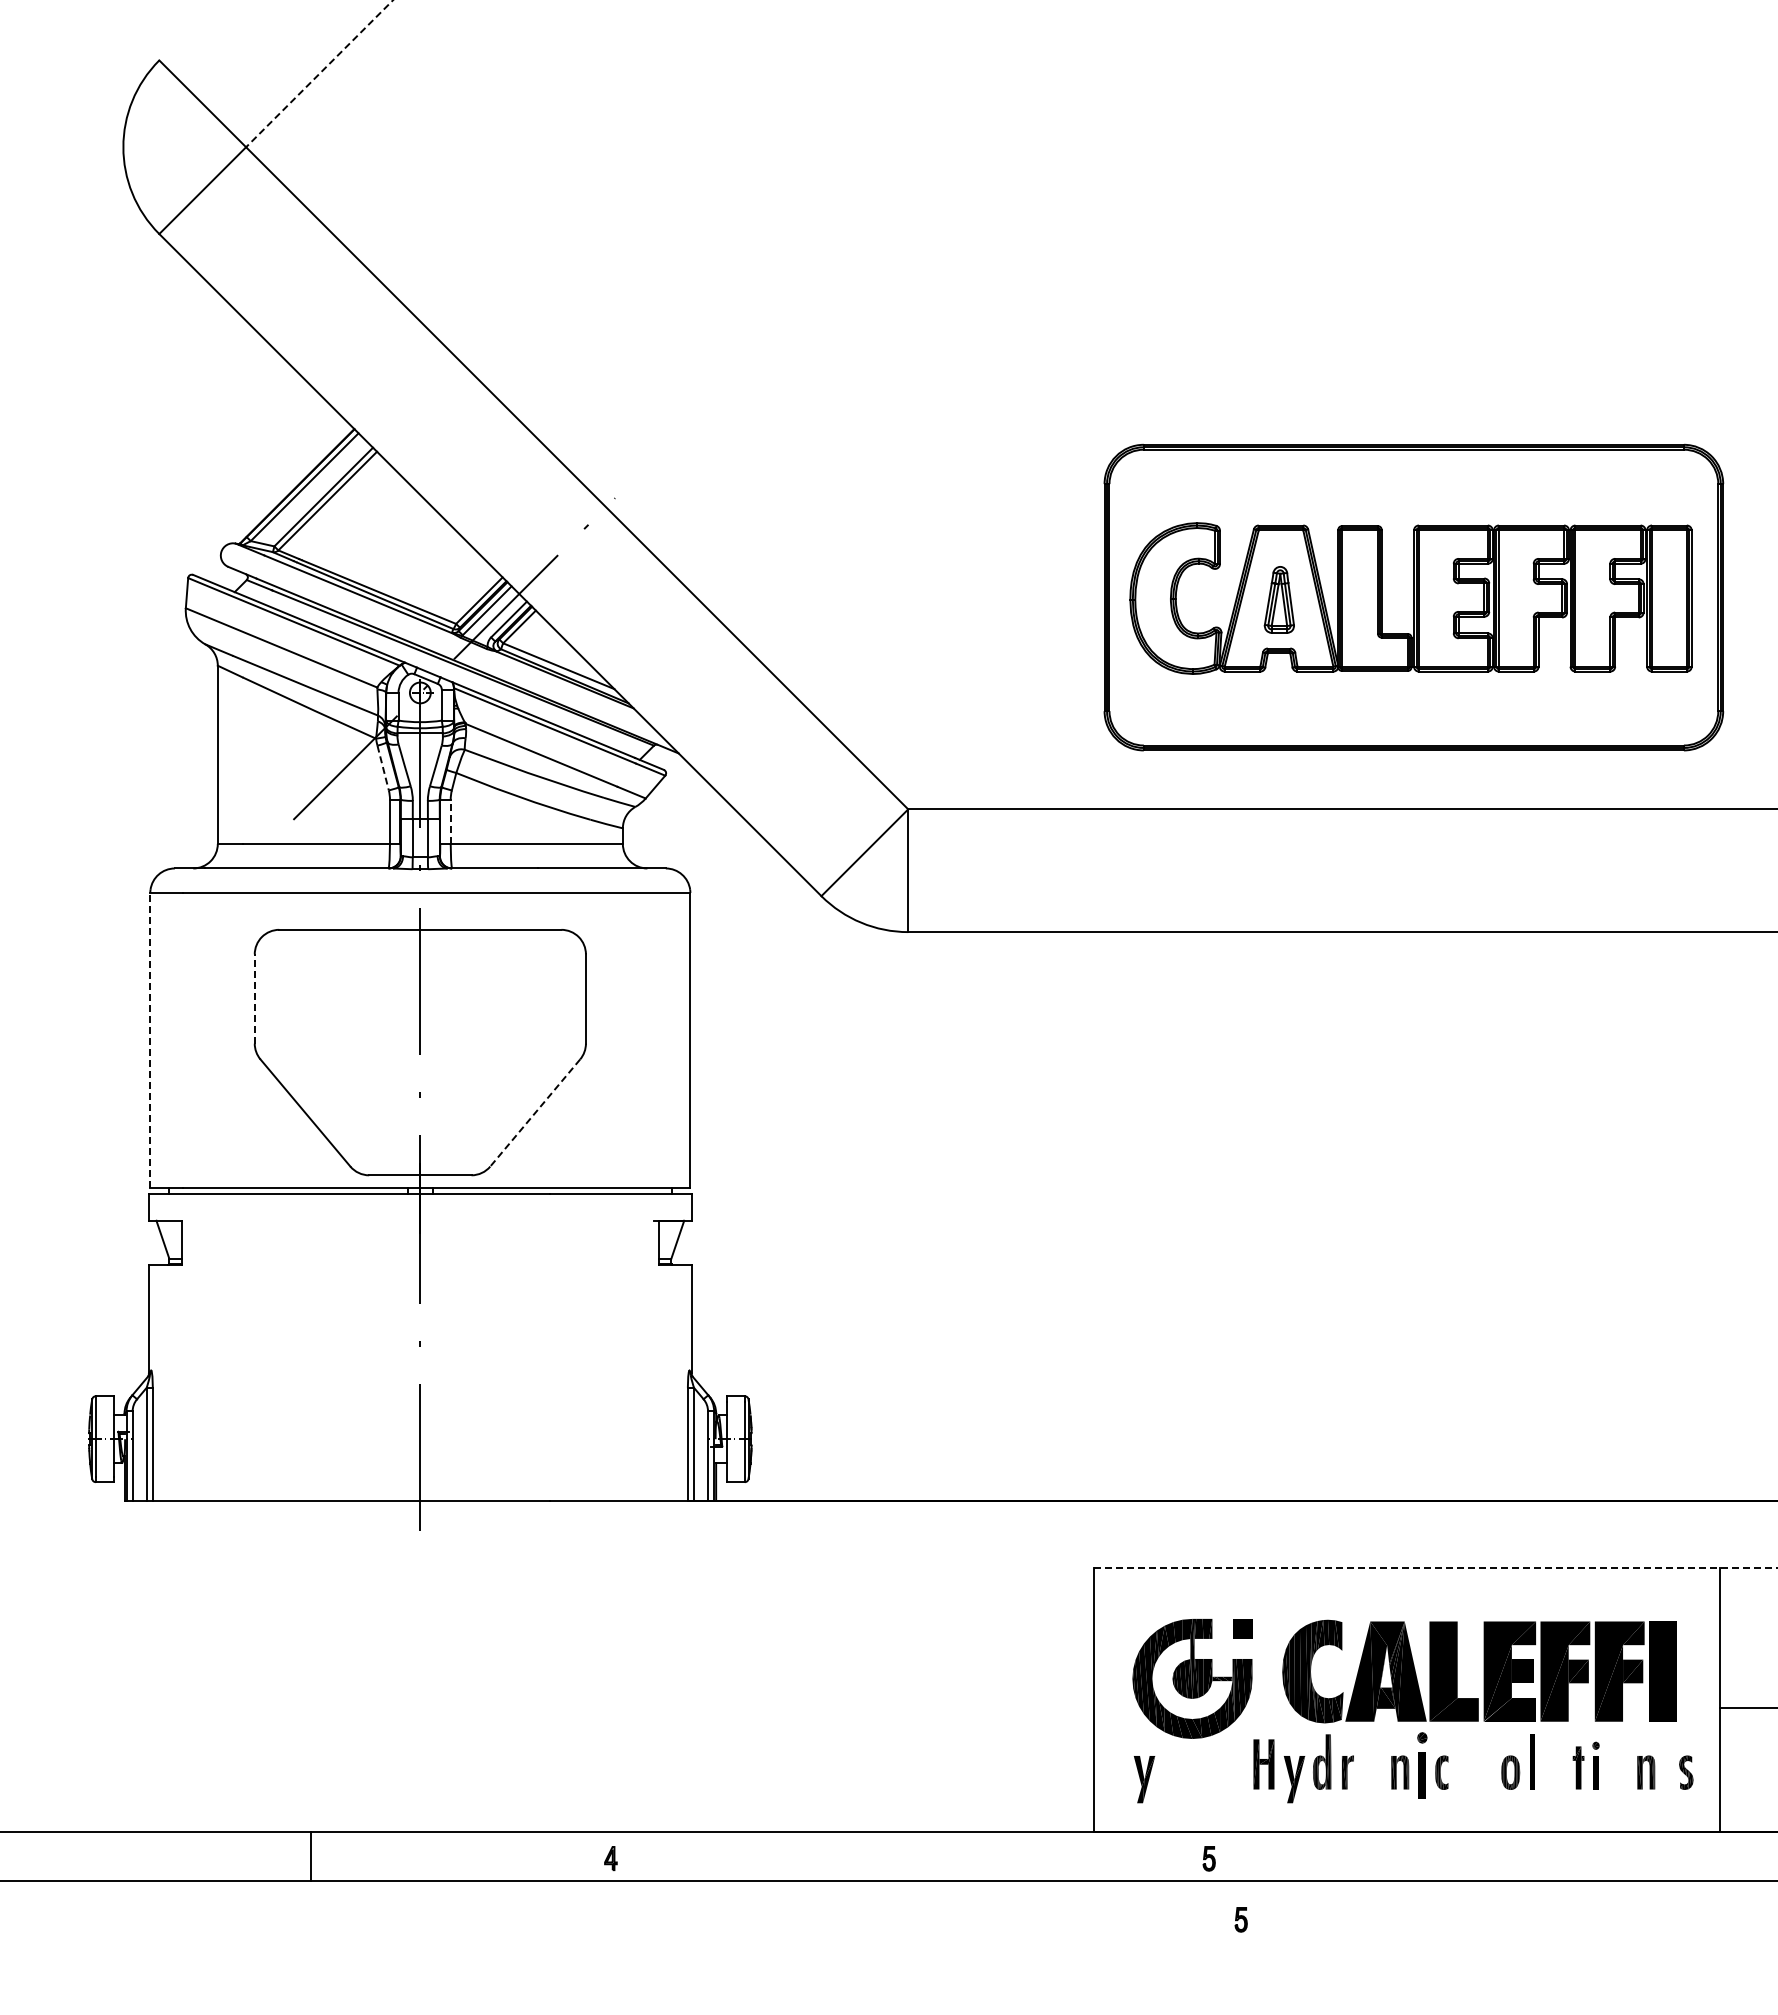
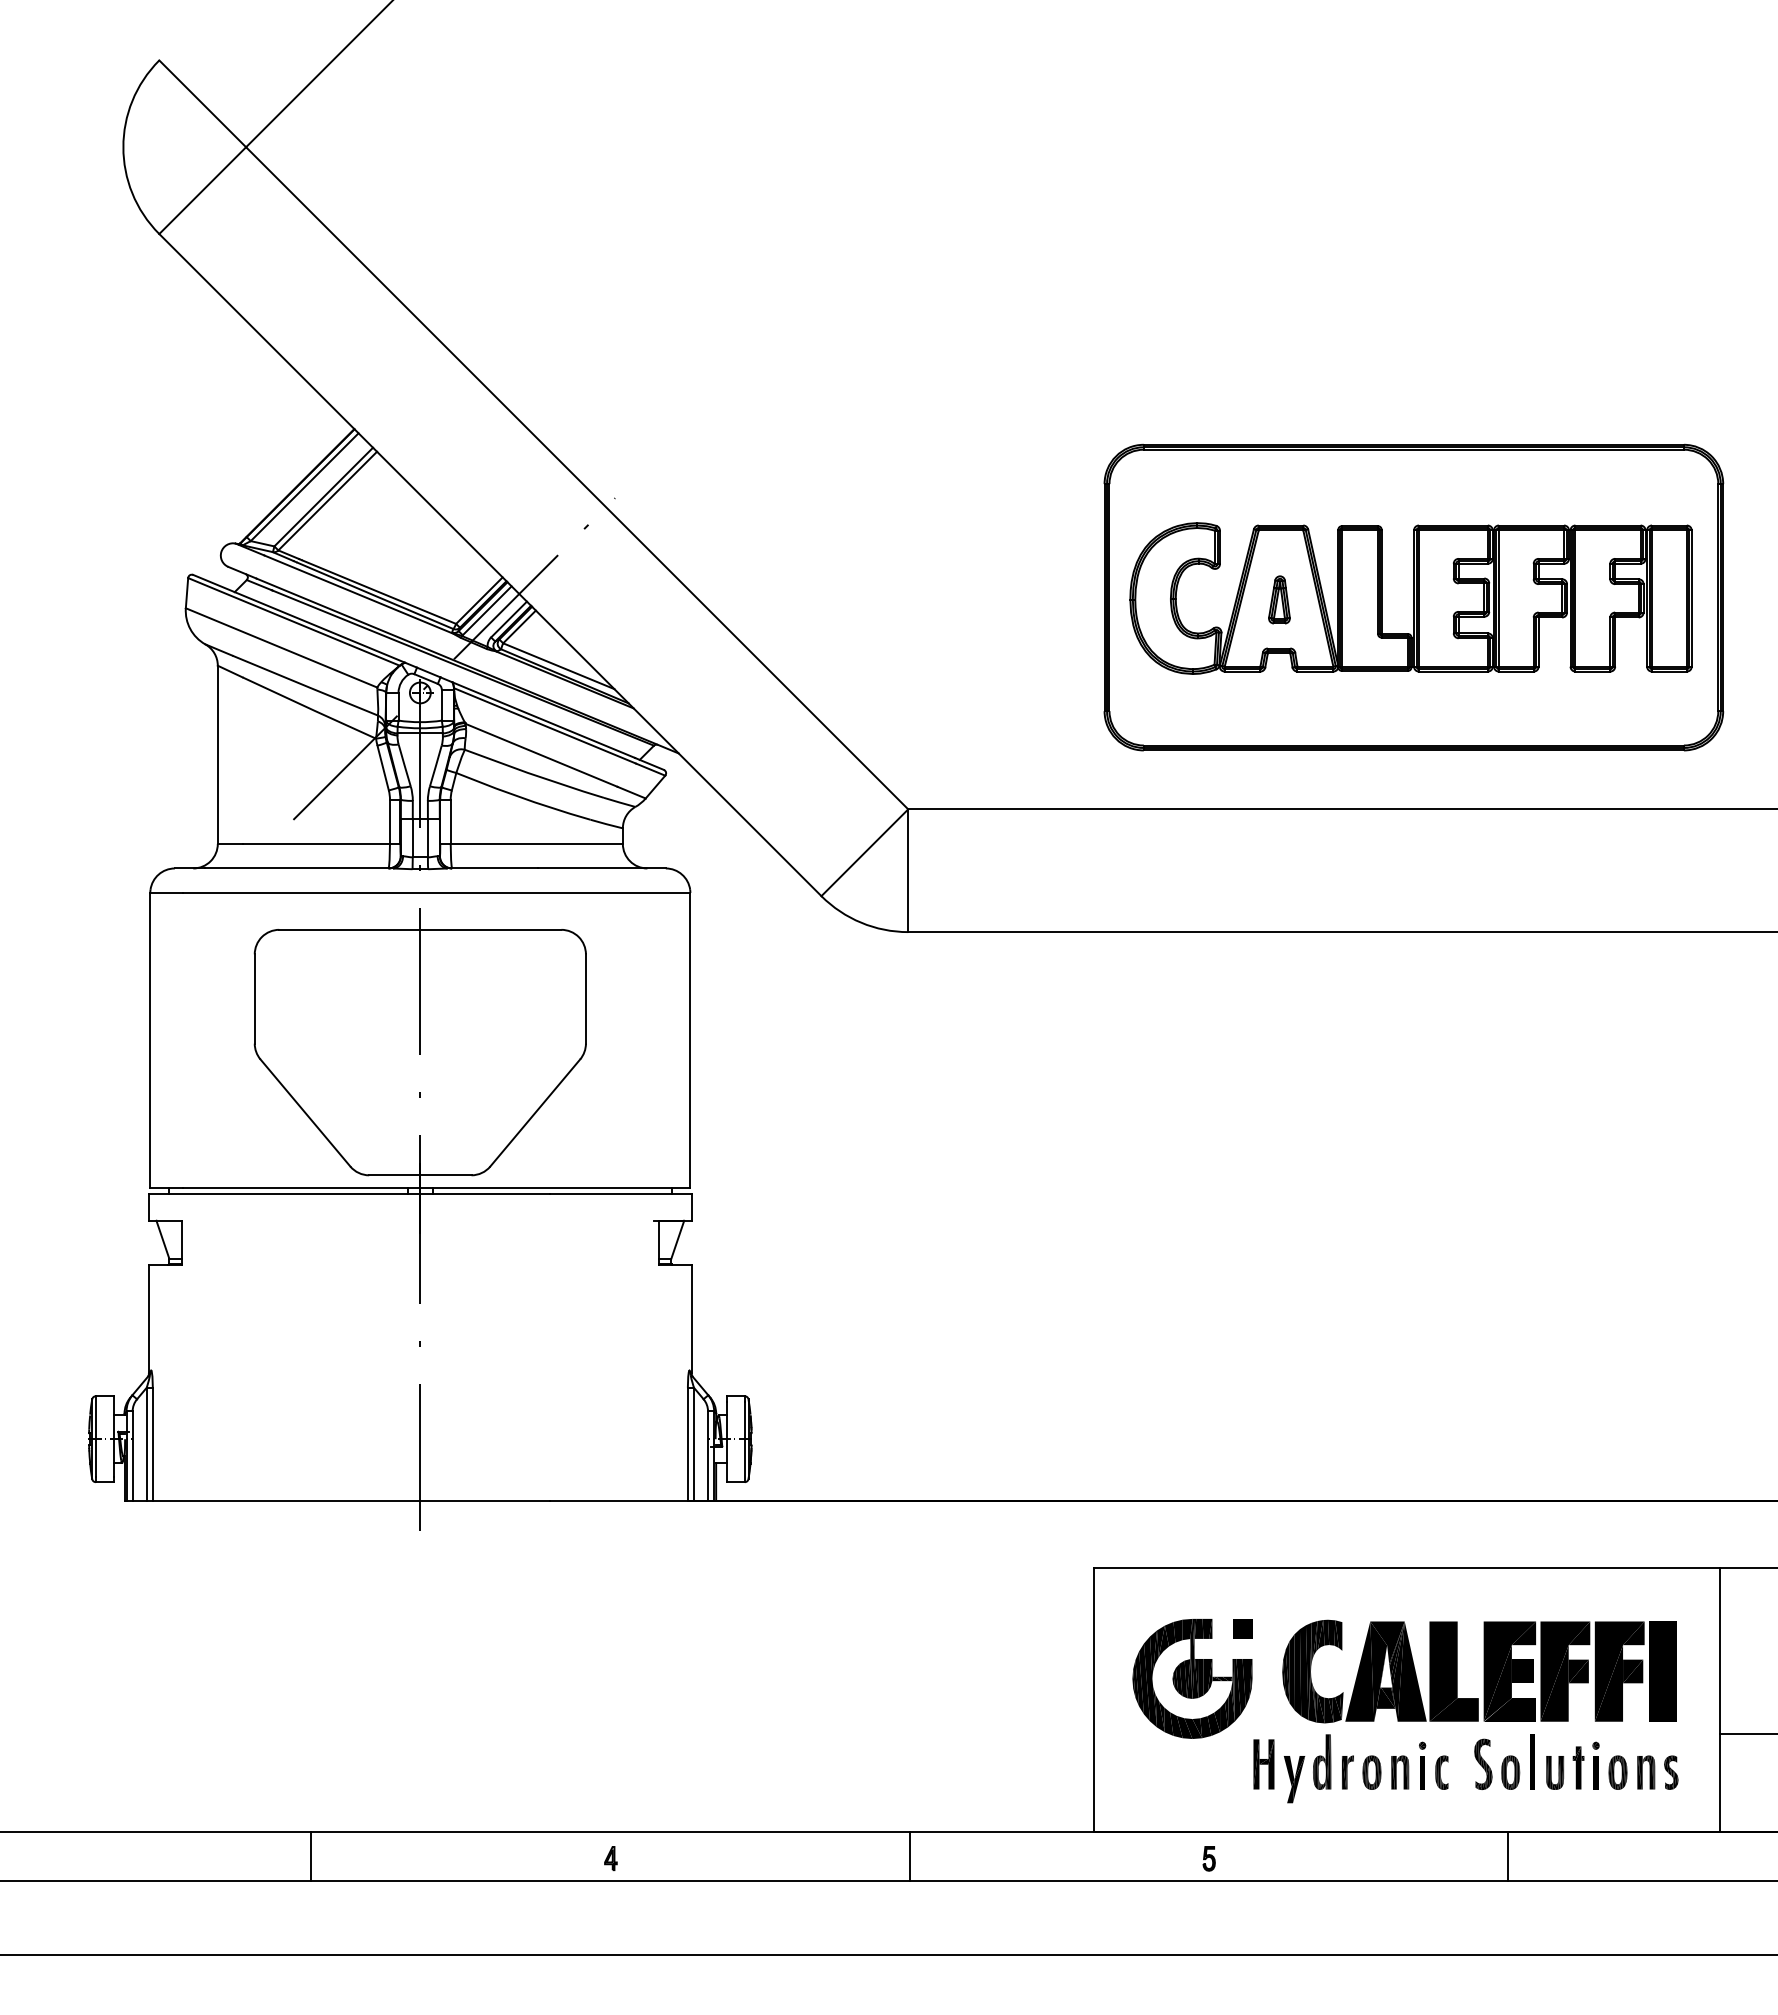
line at (319, 73): dashed -> solid
part at (1278, 599) size: 32x68 px -> 23x50 px
line at (383, 768): dashed -> solid
line at (450, 821): dashed -> solid
line at (254, 999): dashed -> solid
line at (150, 1039): dashed -> solid
line at (535, 1112): dashed -> solid
line at (1435, 1567): dashed -> solid
line at (1746, 1707) position: (1746, 1707) -> (1746, 1733)
part at (1483, 1764): none -> present
part at (1422, 1765) size: 11x67 px -> 8x49 px
part at (1371, 1772): none -> present
part at (1555, 1772): none -> present
part at (1617, 1772): none -> present
part at (1686, 1772) position: (1686, 1772) -> (1671, 1772)
part at (1144, 1779): present -> none
line at (909, 1855): none -> present
line at (1508, 1855): none -> present
part at (1240, 1919): present -> none
line at (888, 1954): none -> present
